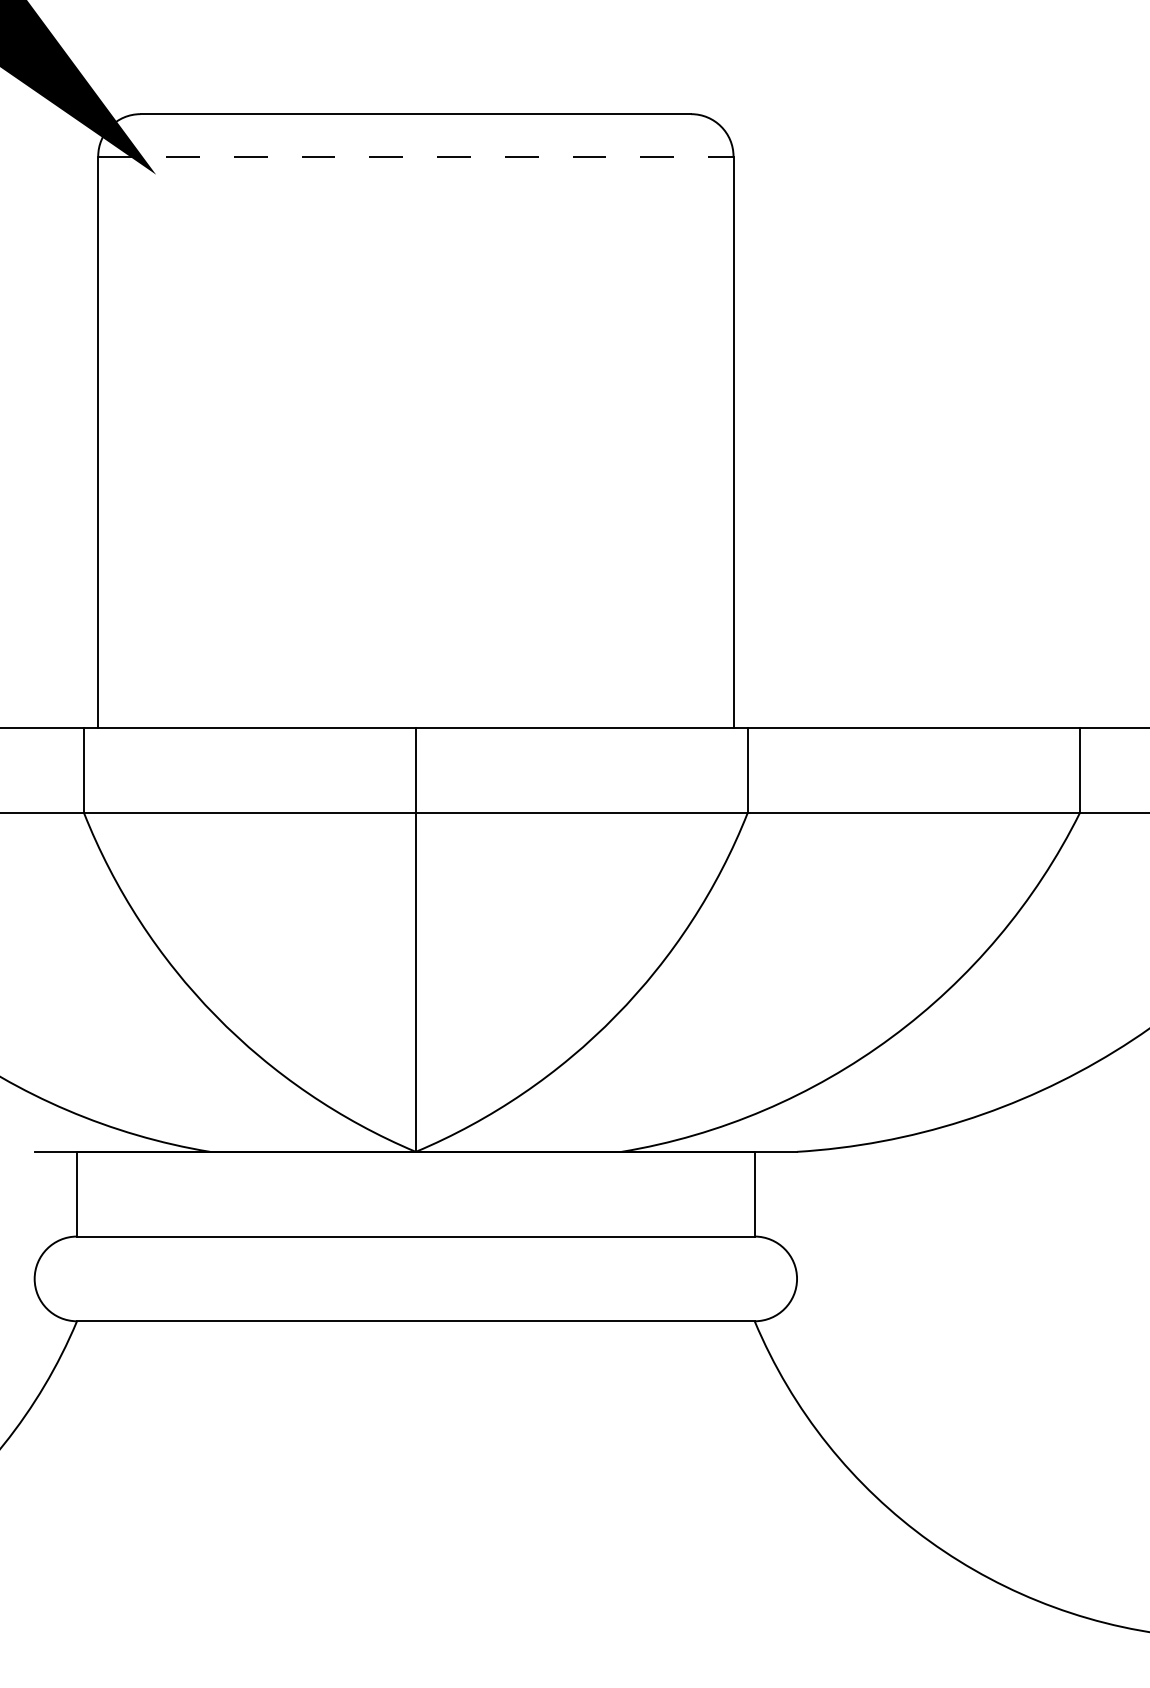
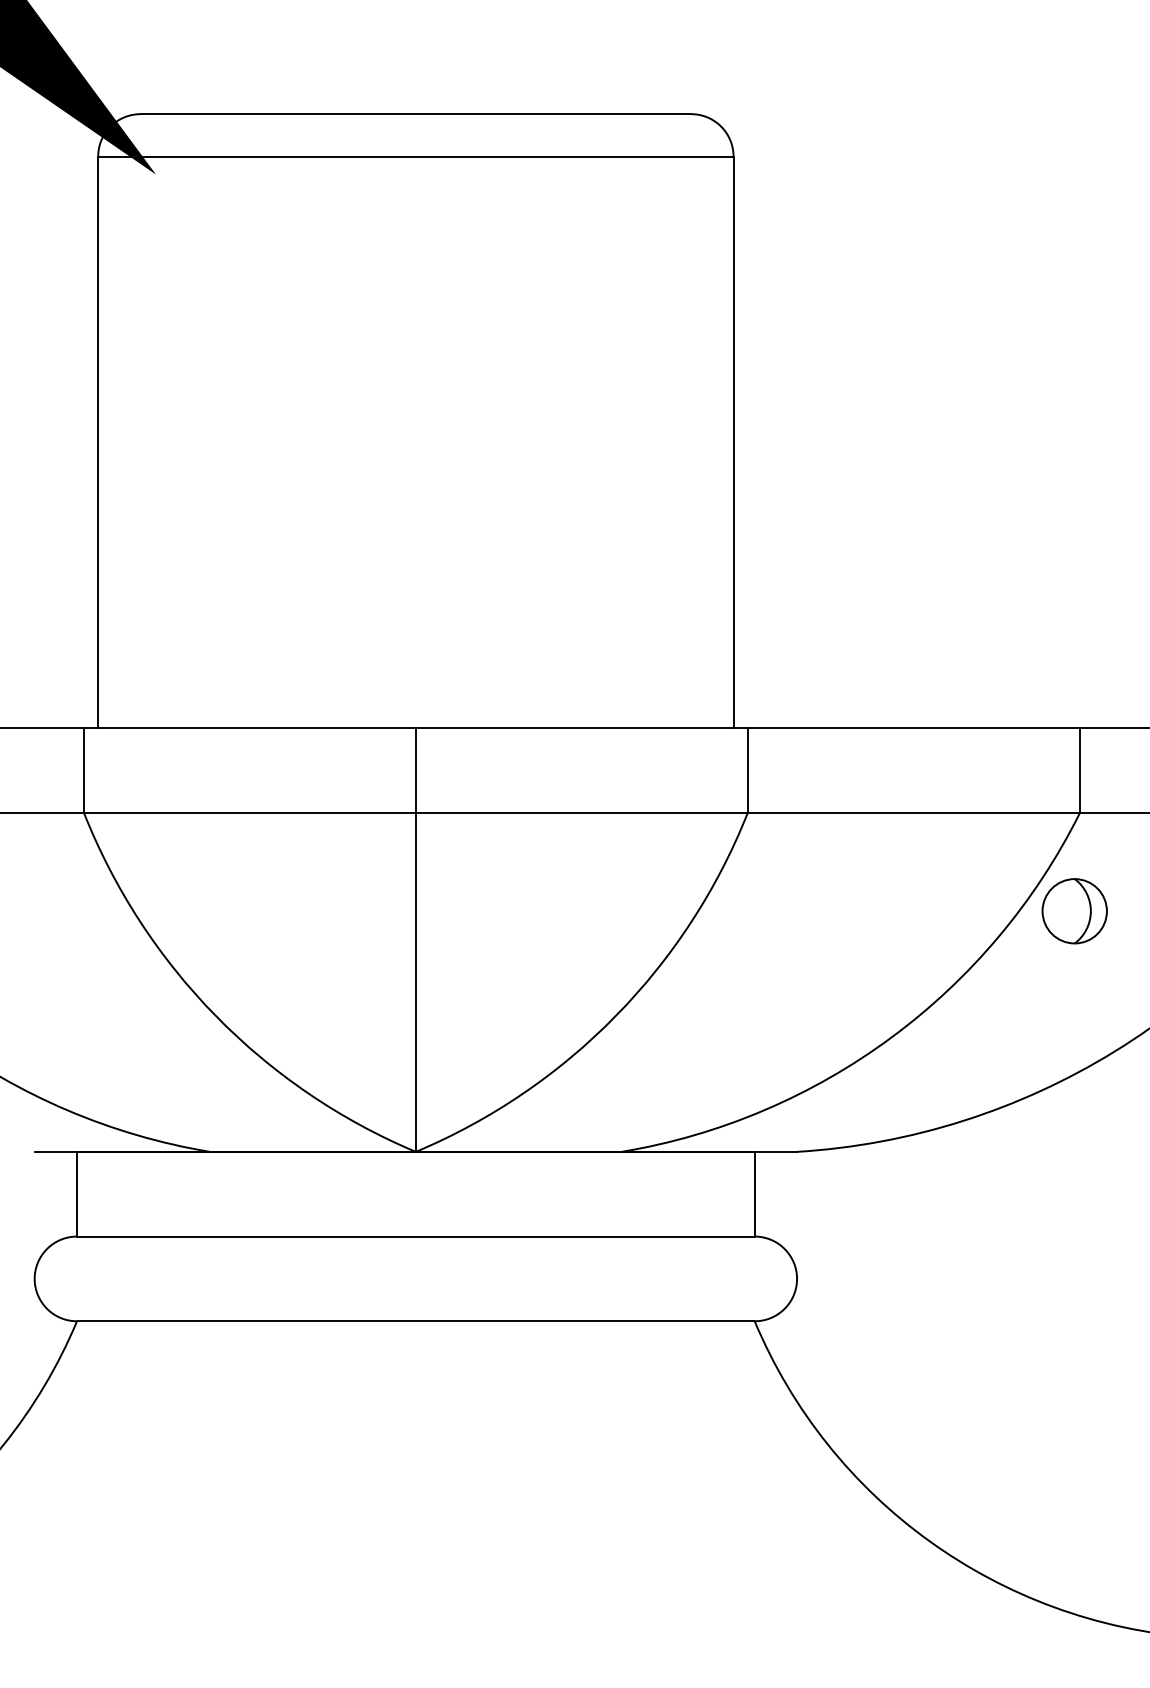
line at (415, 156): dashed -> solid
part at (1074, 911): none -> present
